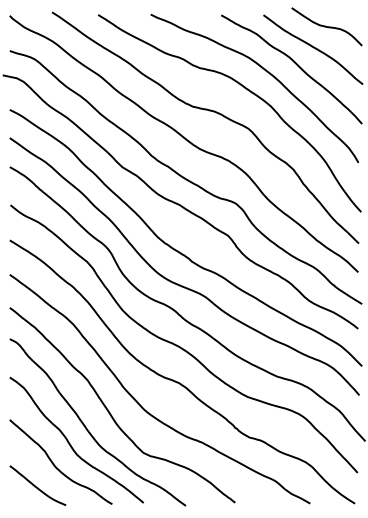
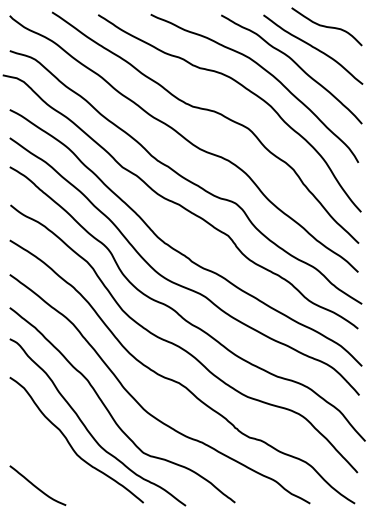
curve at (54, 463): present -> none
